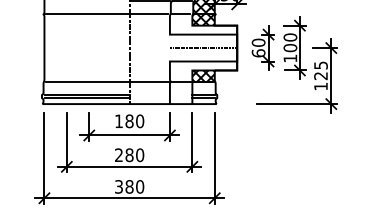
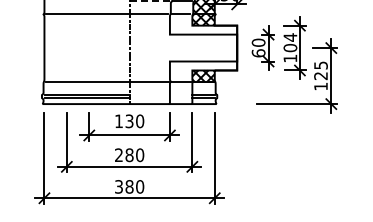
line at (150, 1): solid -> dashed
text at (290, 37): 100 -> 104
line at (203, 48): present -> none
text at (129, 121): 180 -> 130
